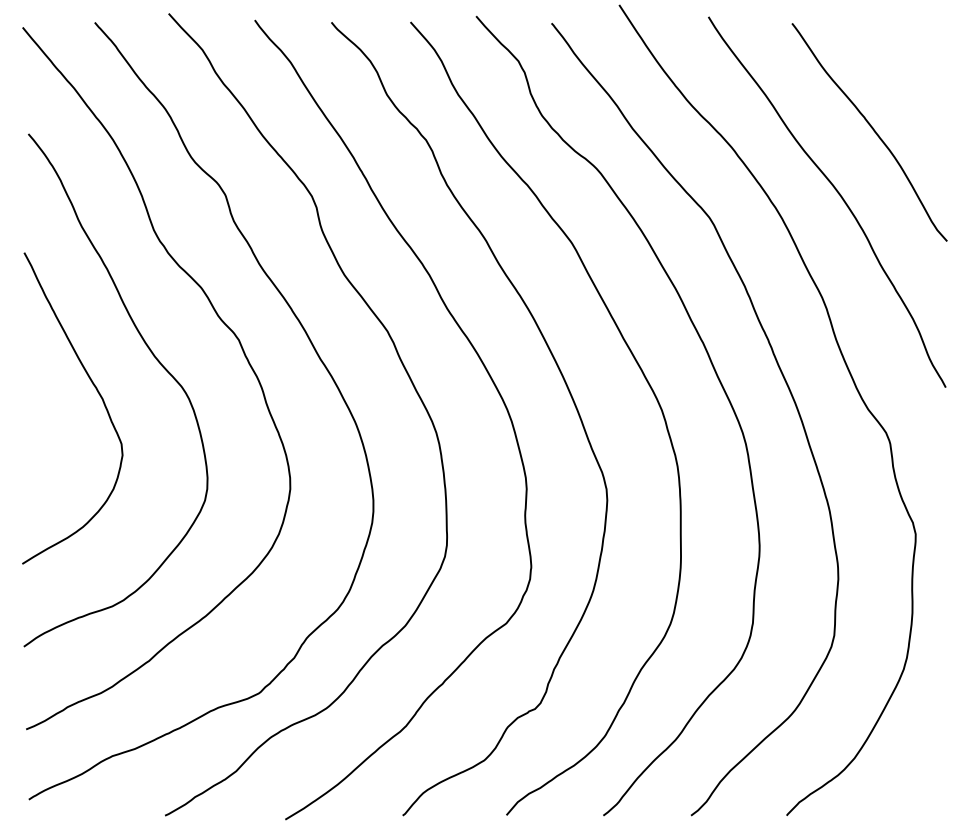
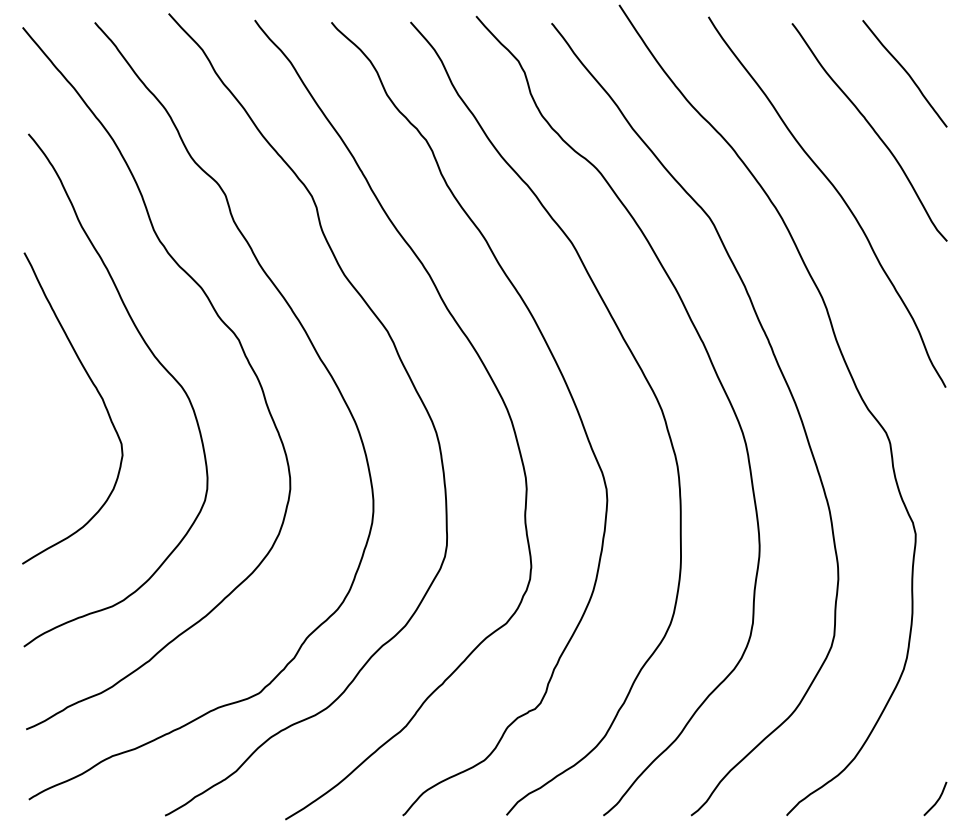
curve at (905, 72): none -> present
curve at (937, 799): none -> present
